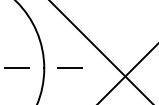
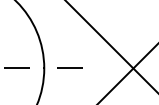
line at (100, 51) position: (100, 51) -> (111, 46)
